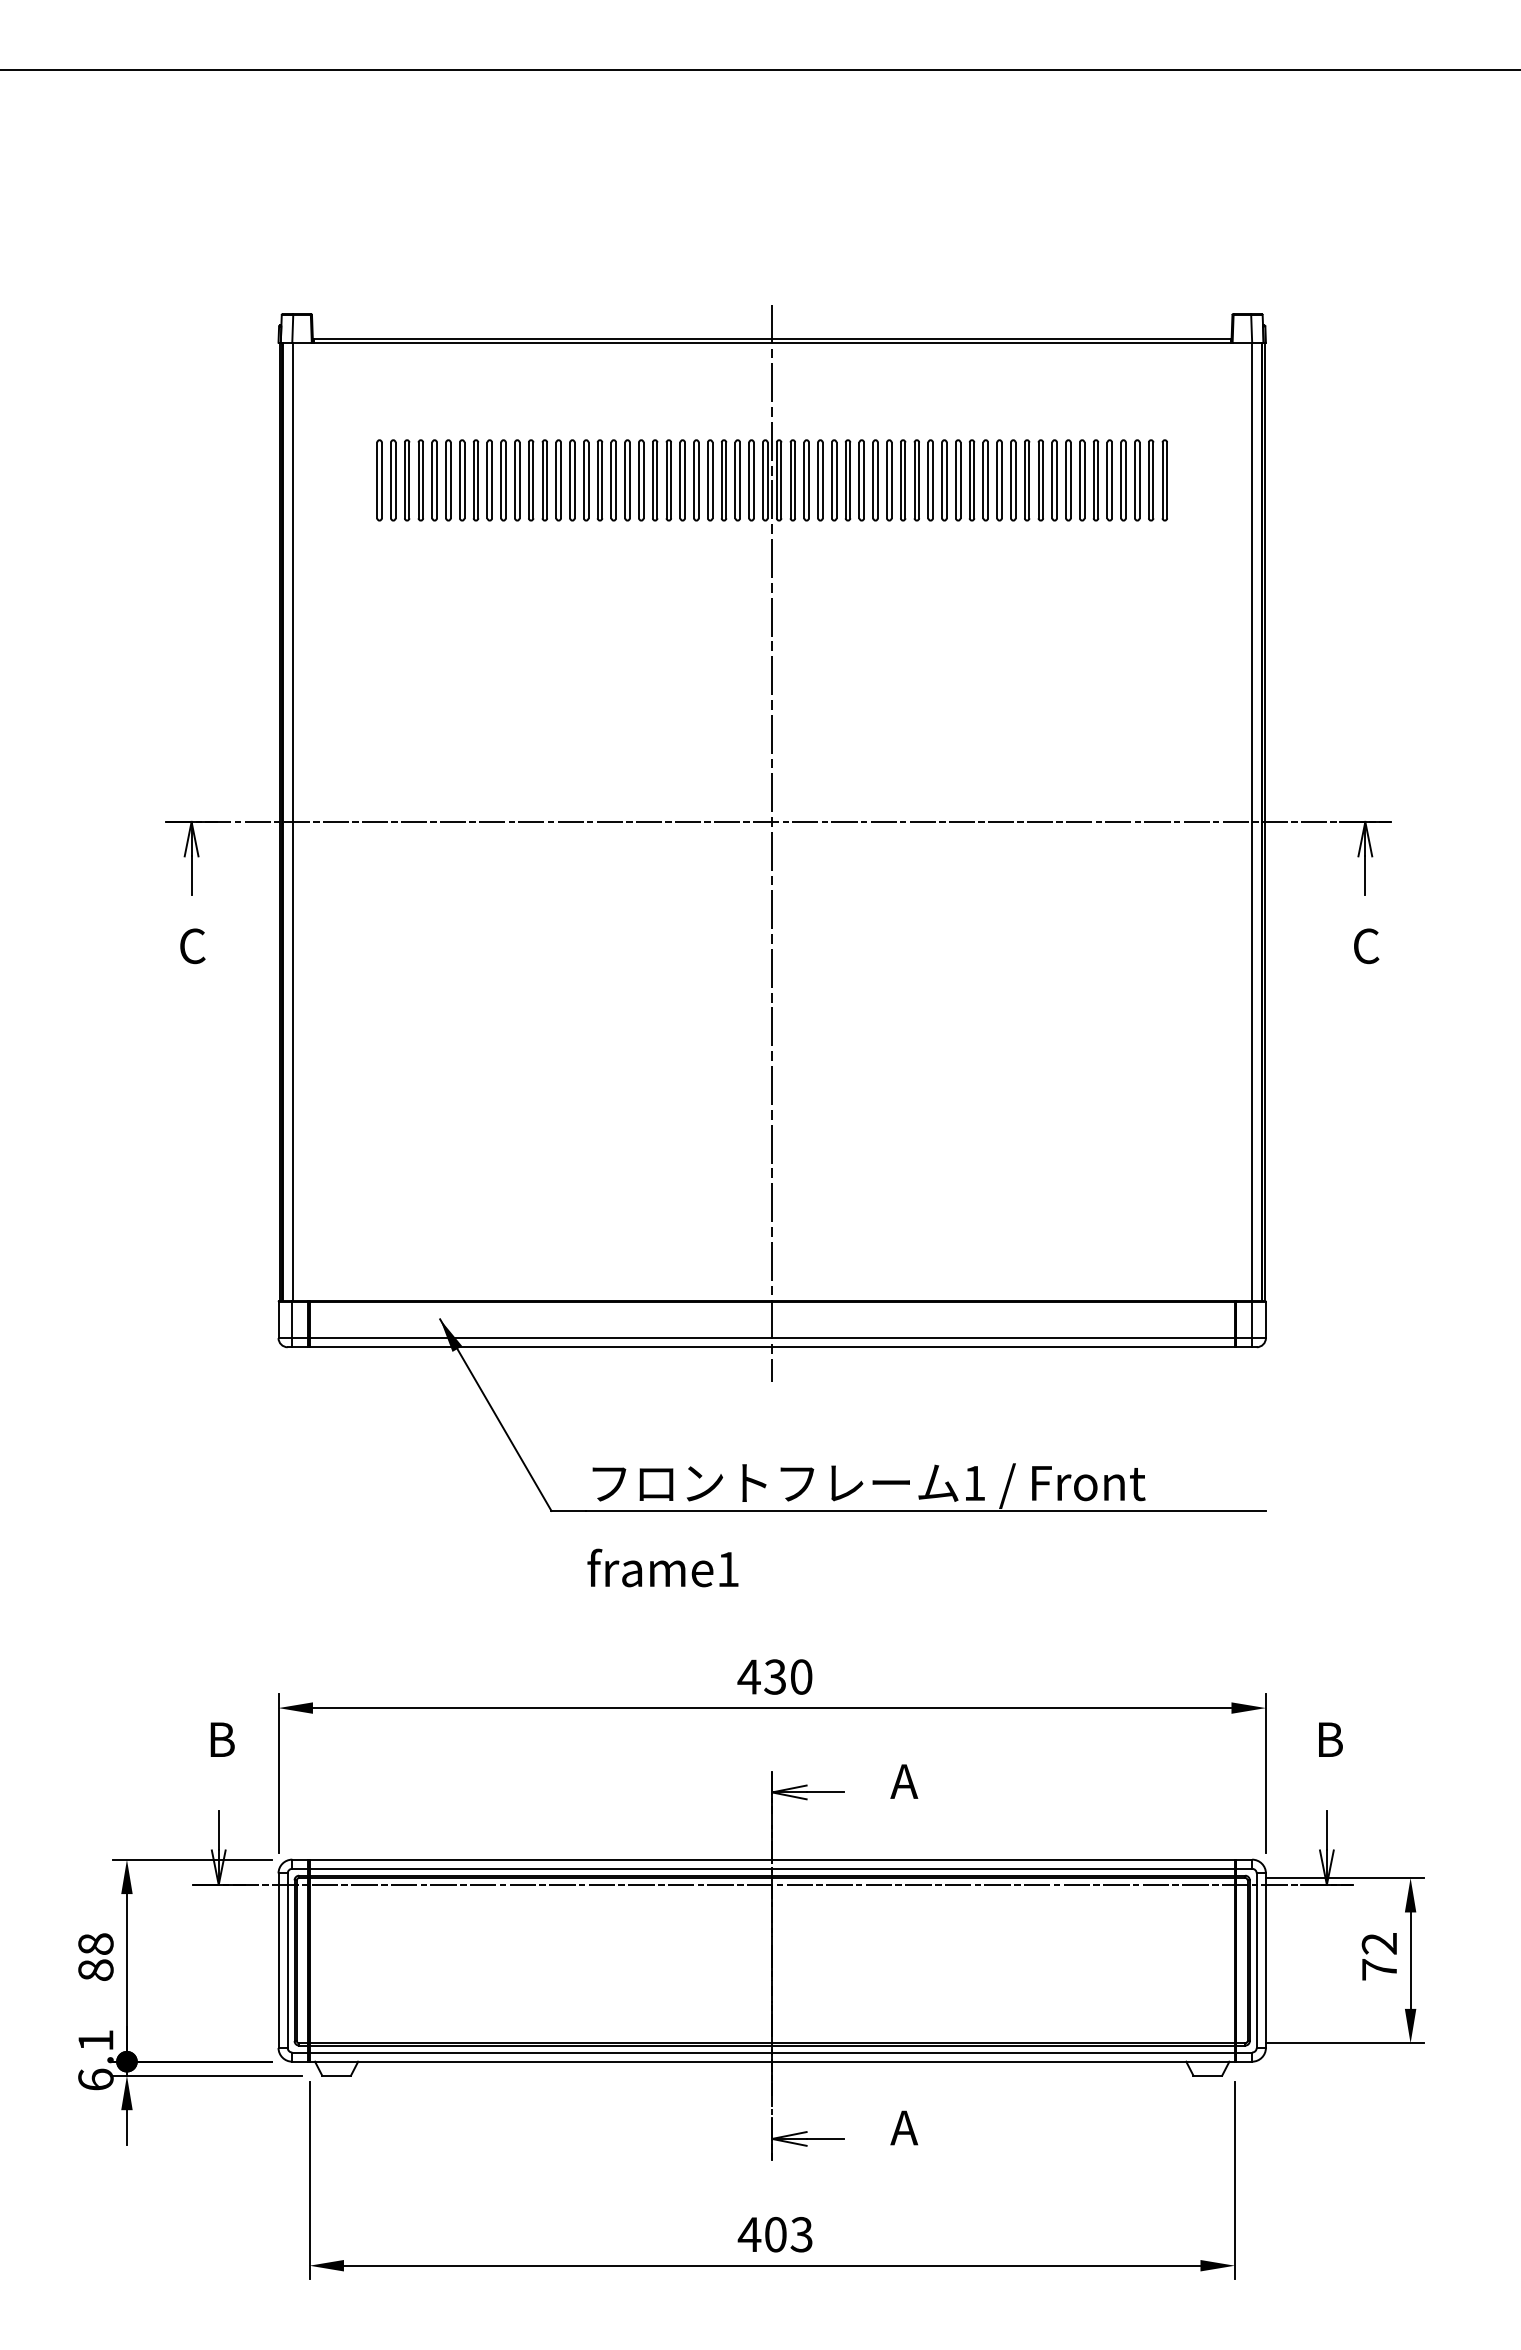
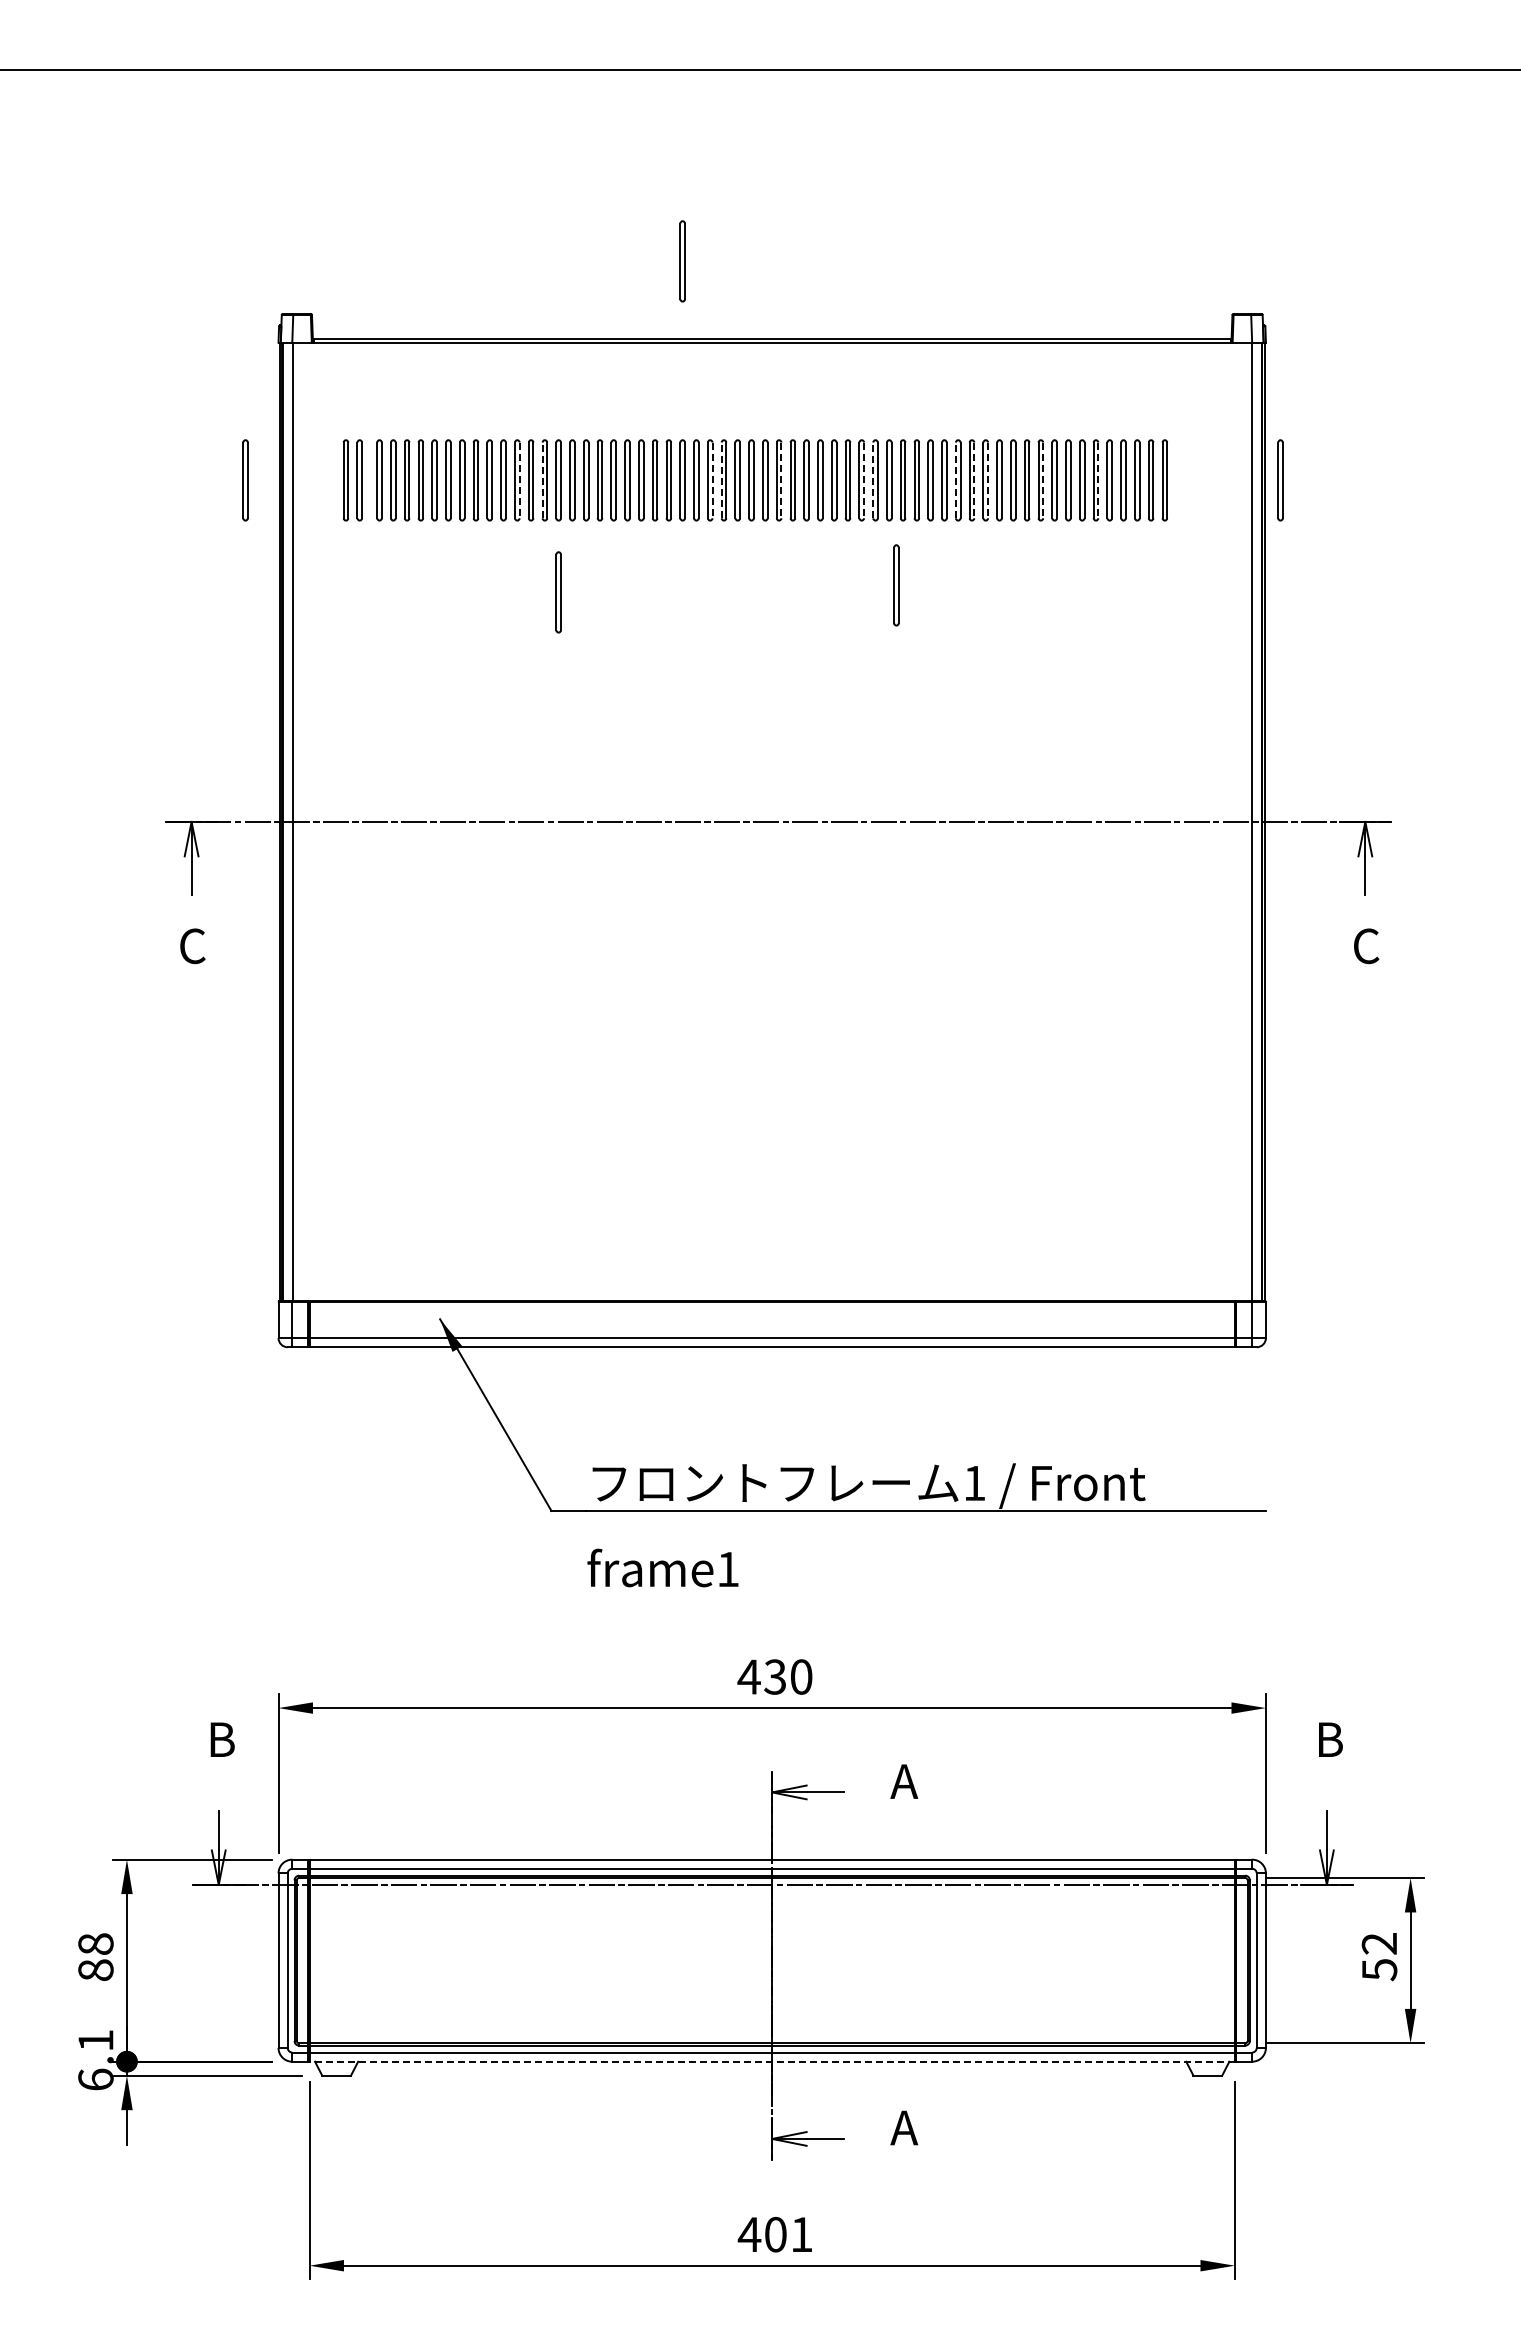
part at (682, 261): none -> present
part at (245, 480): none -> present
part at (352, 480): none -> present
line at (519, 480): solid -> dashed
line at (542, 480): solid -> dashed
line at (712, 480): solid -> dashed
line at (721, 480): solid -> dashed
line at (781, 480): solid -> dashed
line at (864, 480): solid -> dashed
line at (873, 480): solid -> dashed
line at (955, 480): solid -> dashed
line at (974, 480): solid -> dashed
line at (988, 480): solid -> dashed
line at (1043, 480): solid -> dashed
line at (1098, 480): solid -> dashed
part at (1280, 480): none -> present
part at (896, 585): none -> present
part at (558, 592): none -> present
line at (772, 842): present -> none
text at (1379, 1970): 72 -> 52
line at (772, 2061): solid -> dashed
text at (801, 2234): 403 -> 401
